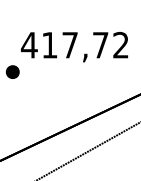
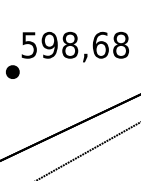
text at (75, 44): 417,72 -> 598,68
